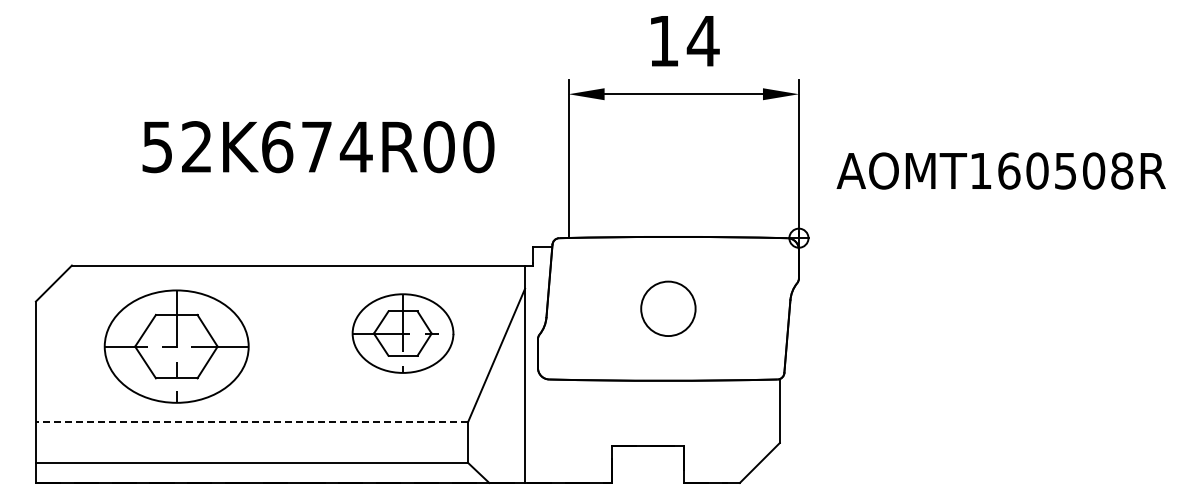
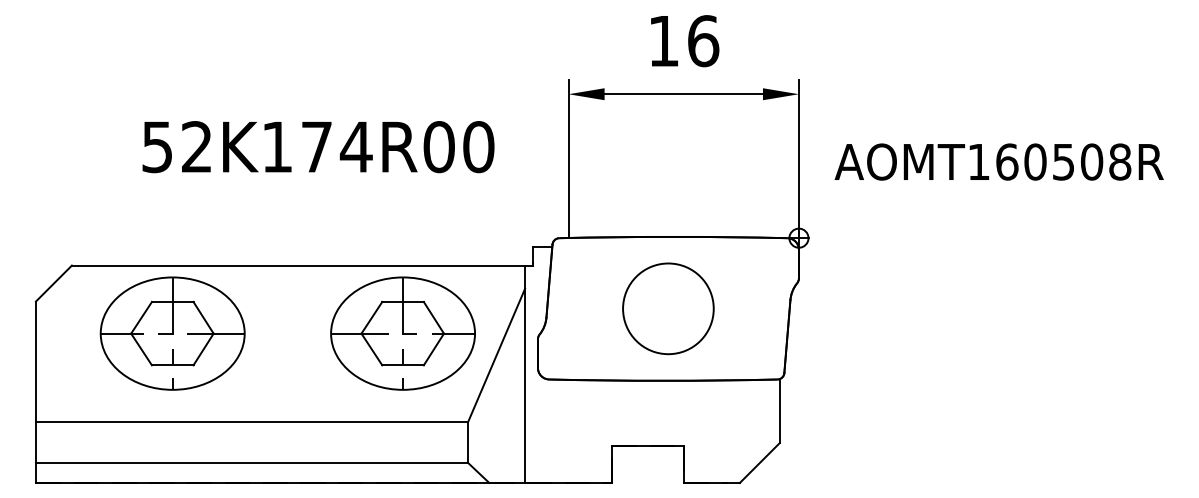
text at (702, 41): 14 -> 16
text at (277, 147): 52K674R00 -> 52K174R00
text at (1000, 170) position: (1000, 170) -> (998, 161)
circle at (668, 308) diameter: 54 px -> 91 px
part at (402, 333) size: 104x81 px -> 146x115 px
part at (176, 346) position: (176, 346) -> (172, 333)
line at (251, 422): dashed -> solid
